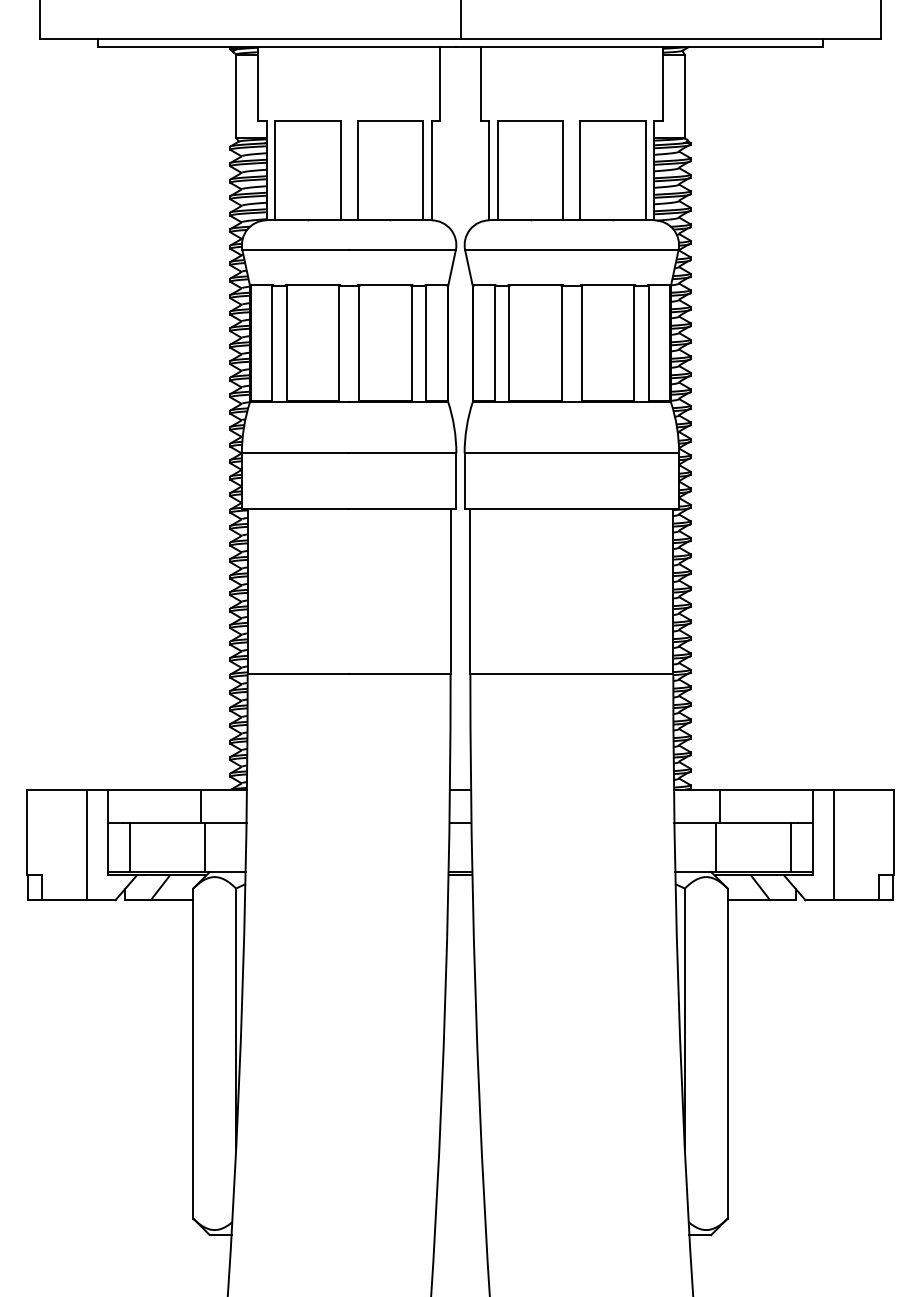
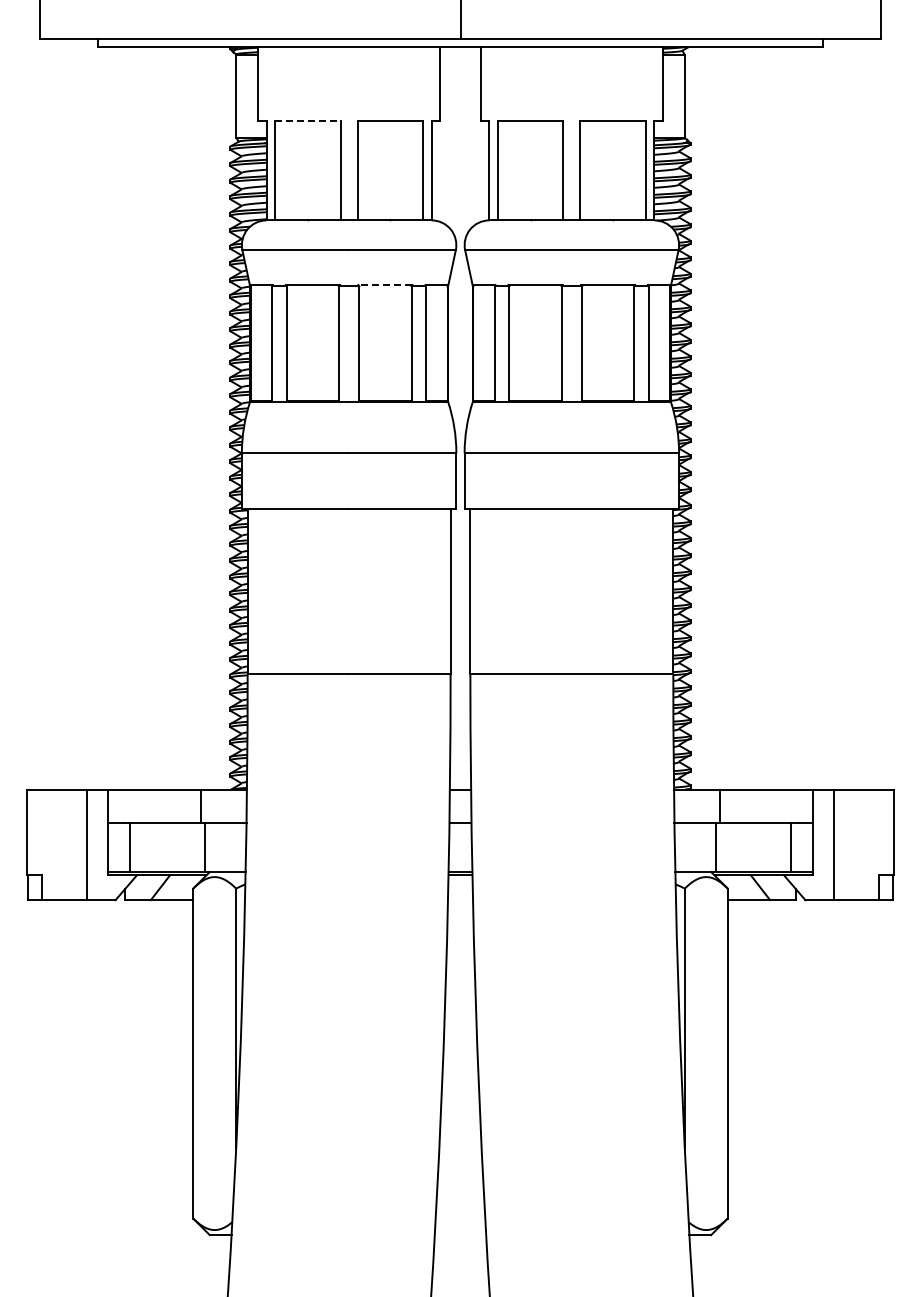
line at (307, 121): solid -> dashed
line at (384, 285): solid -> dashed
